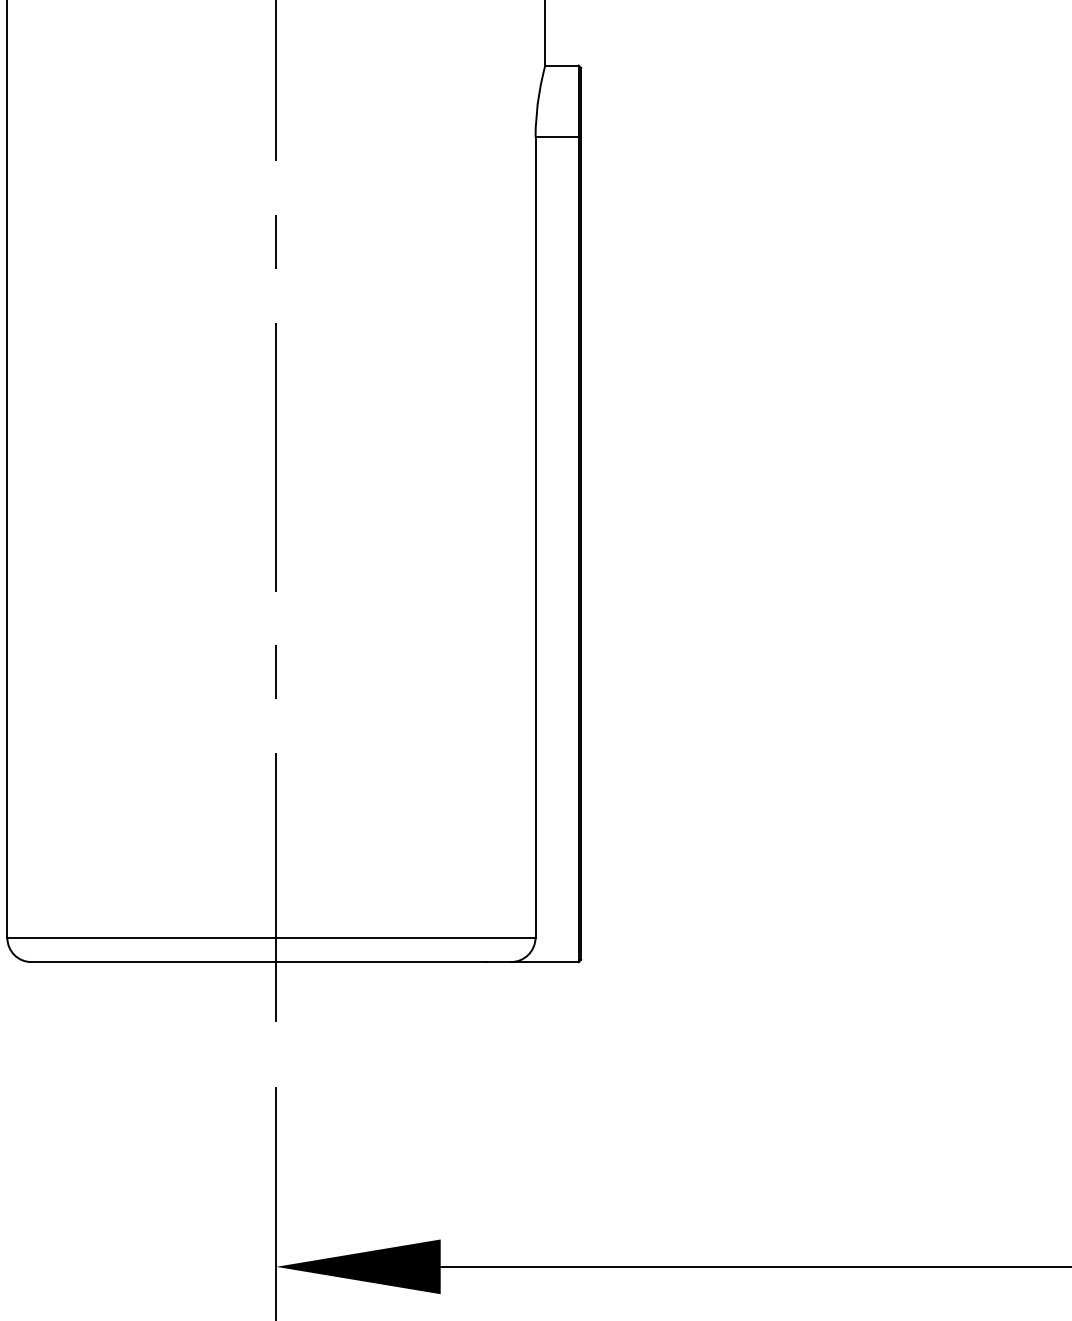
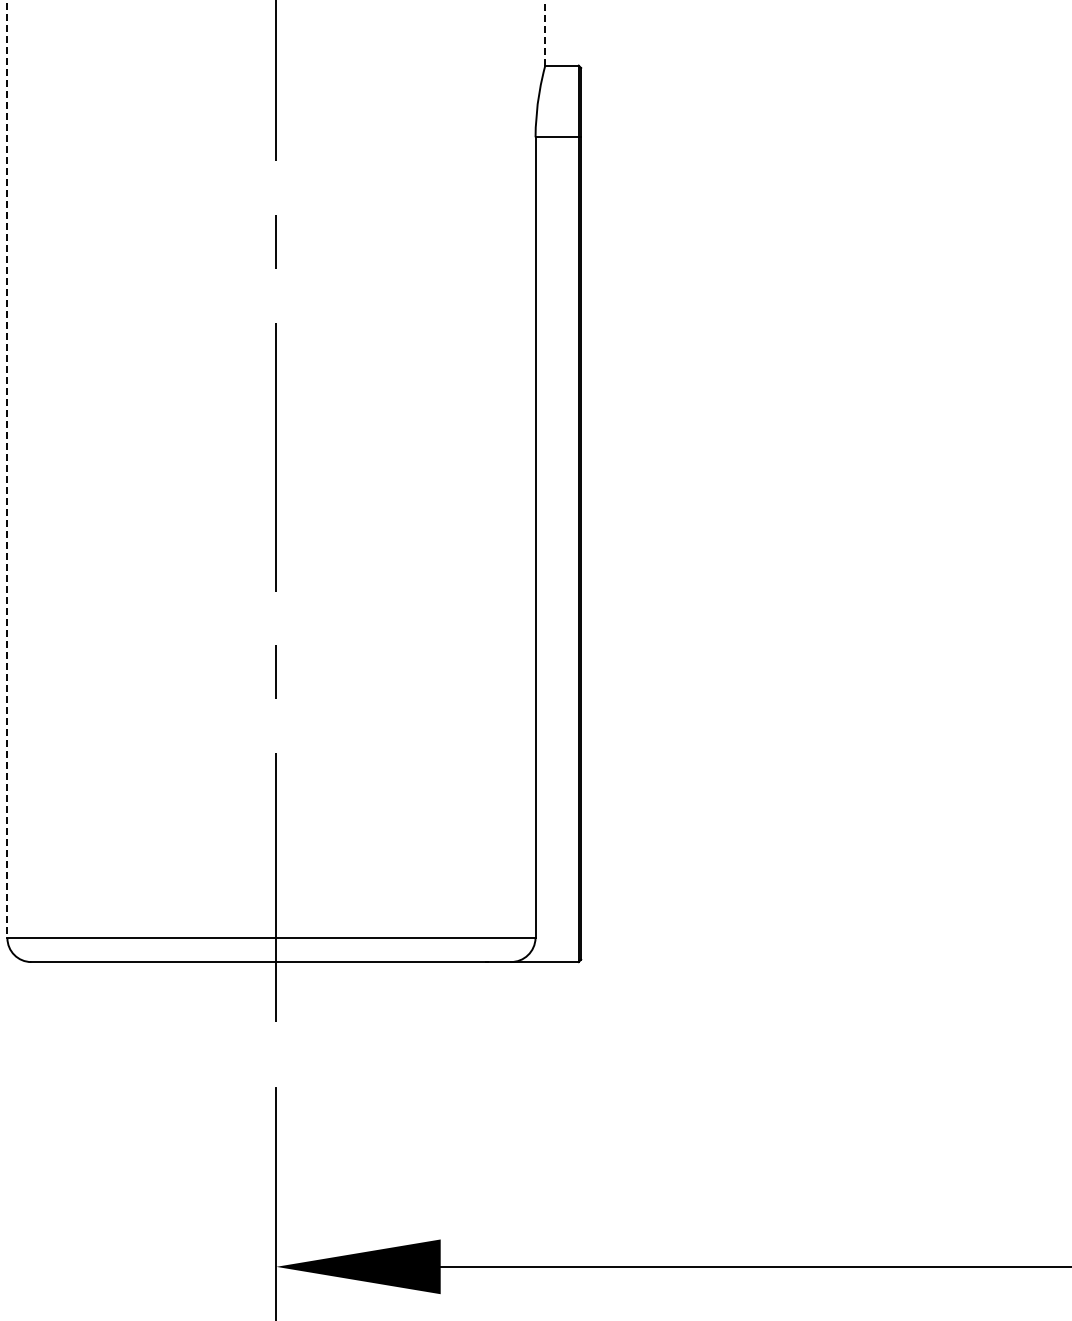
line at (545, 32): solid -> dashed
line at (7, 469): solid -> dashed
